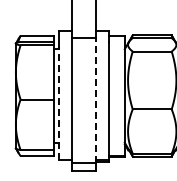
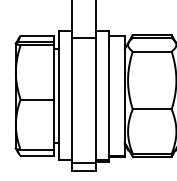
line at (95, 100): dashed -> solid
line at (58, 103): dashed -> solid
